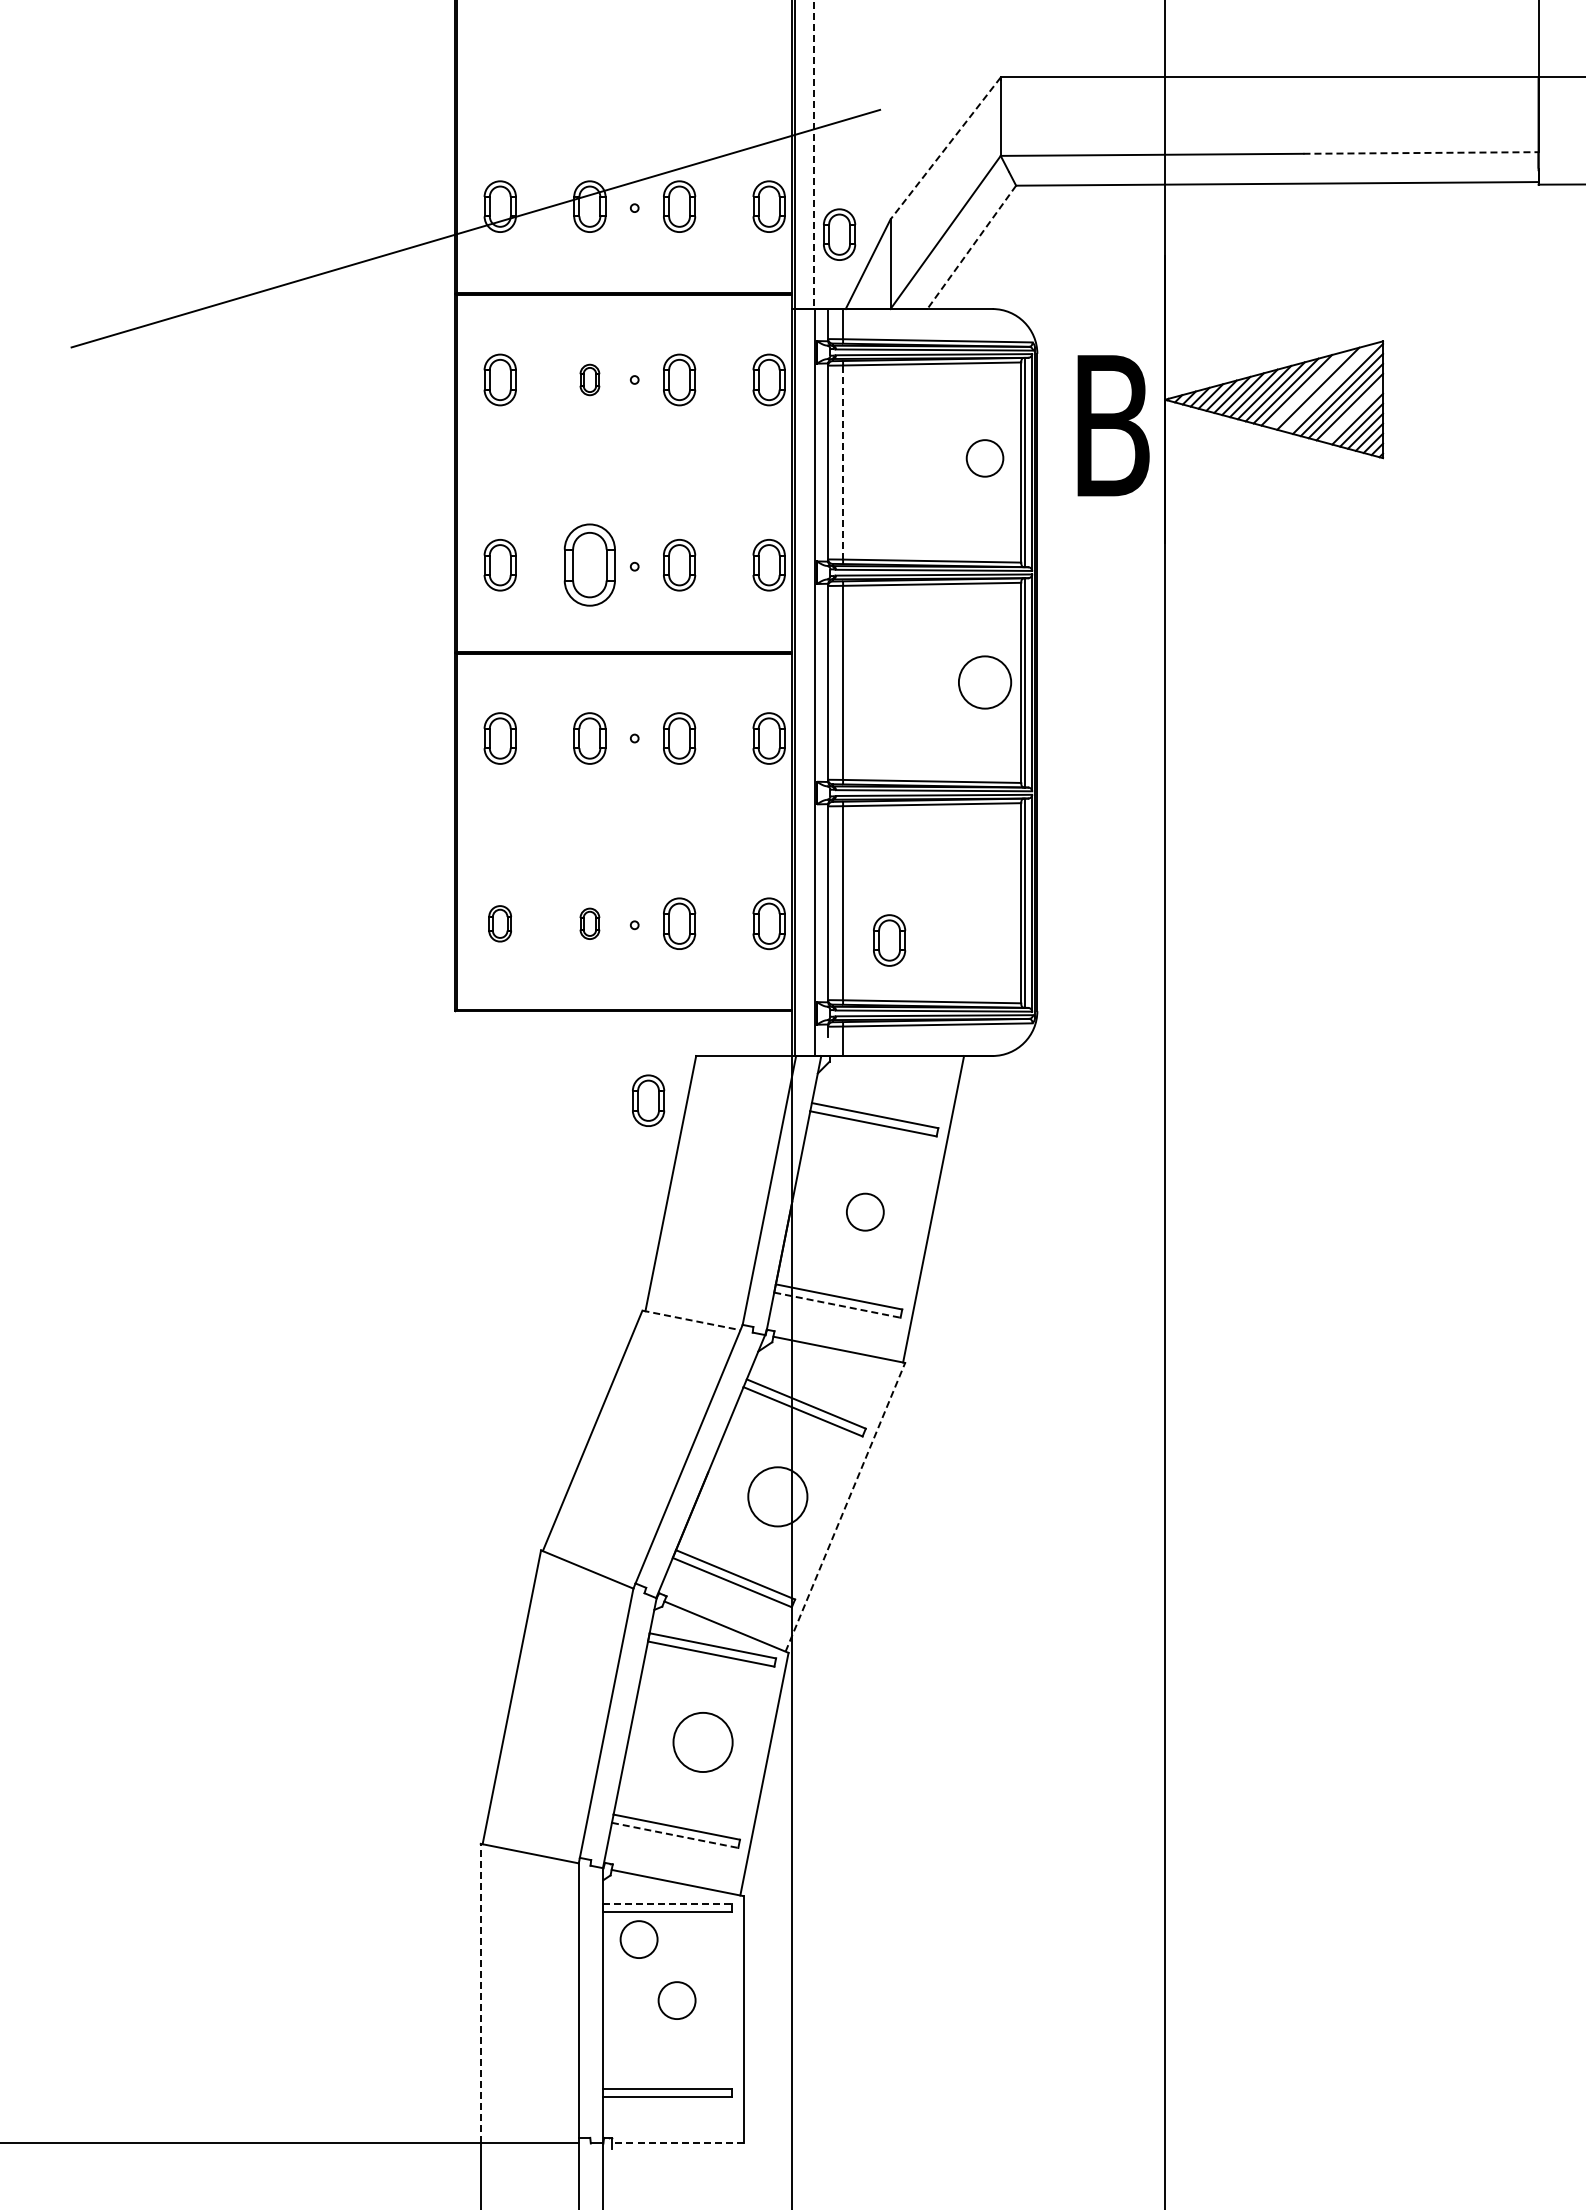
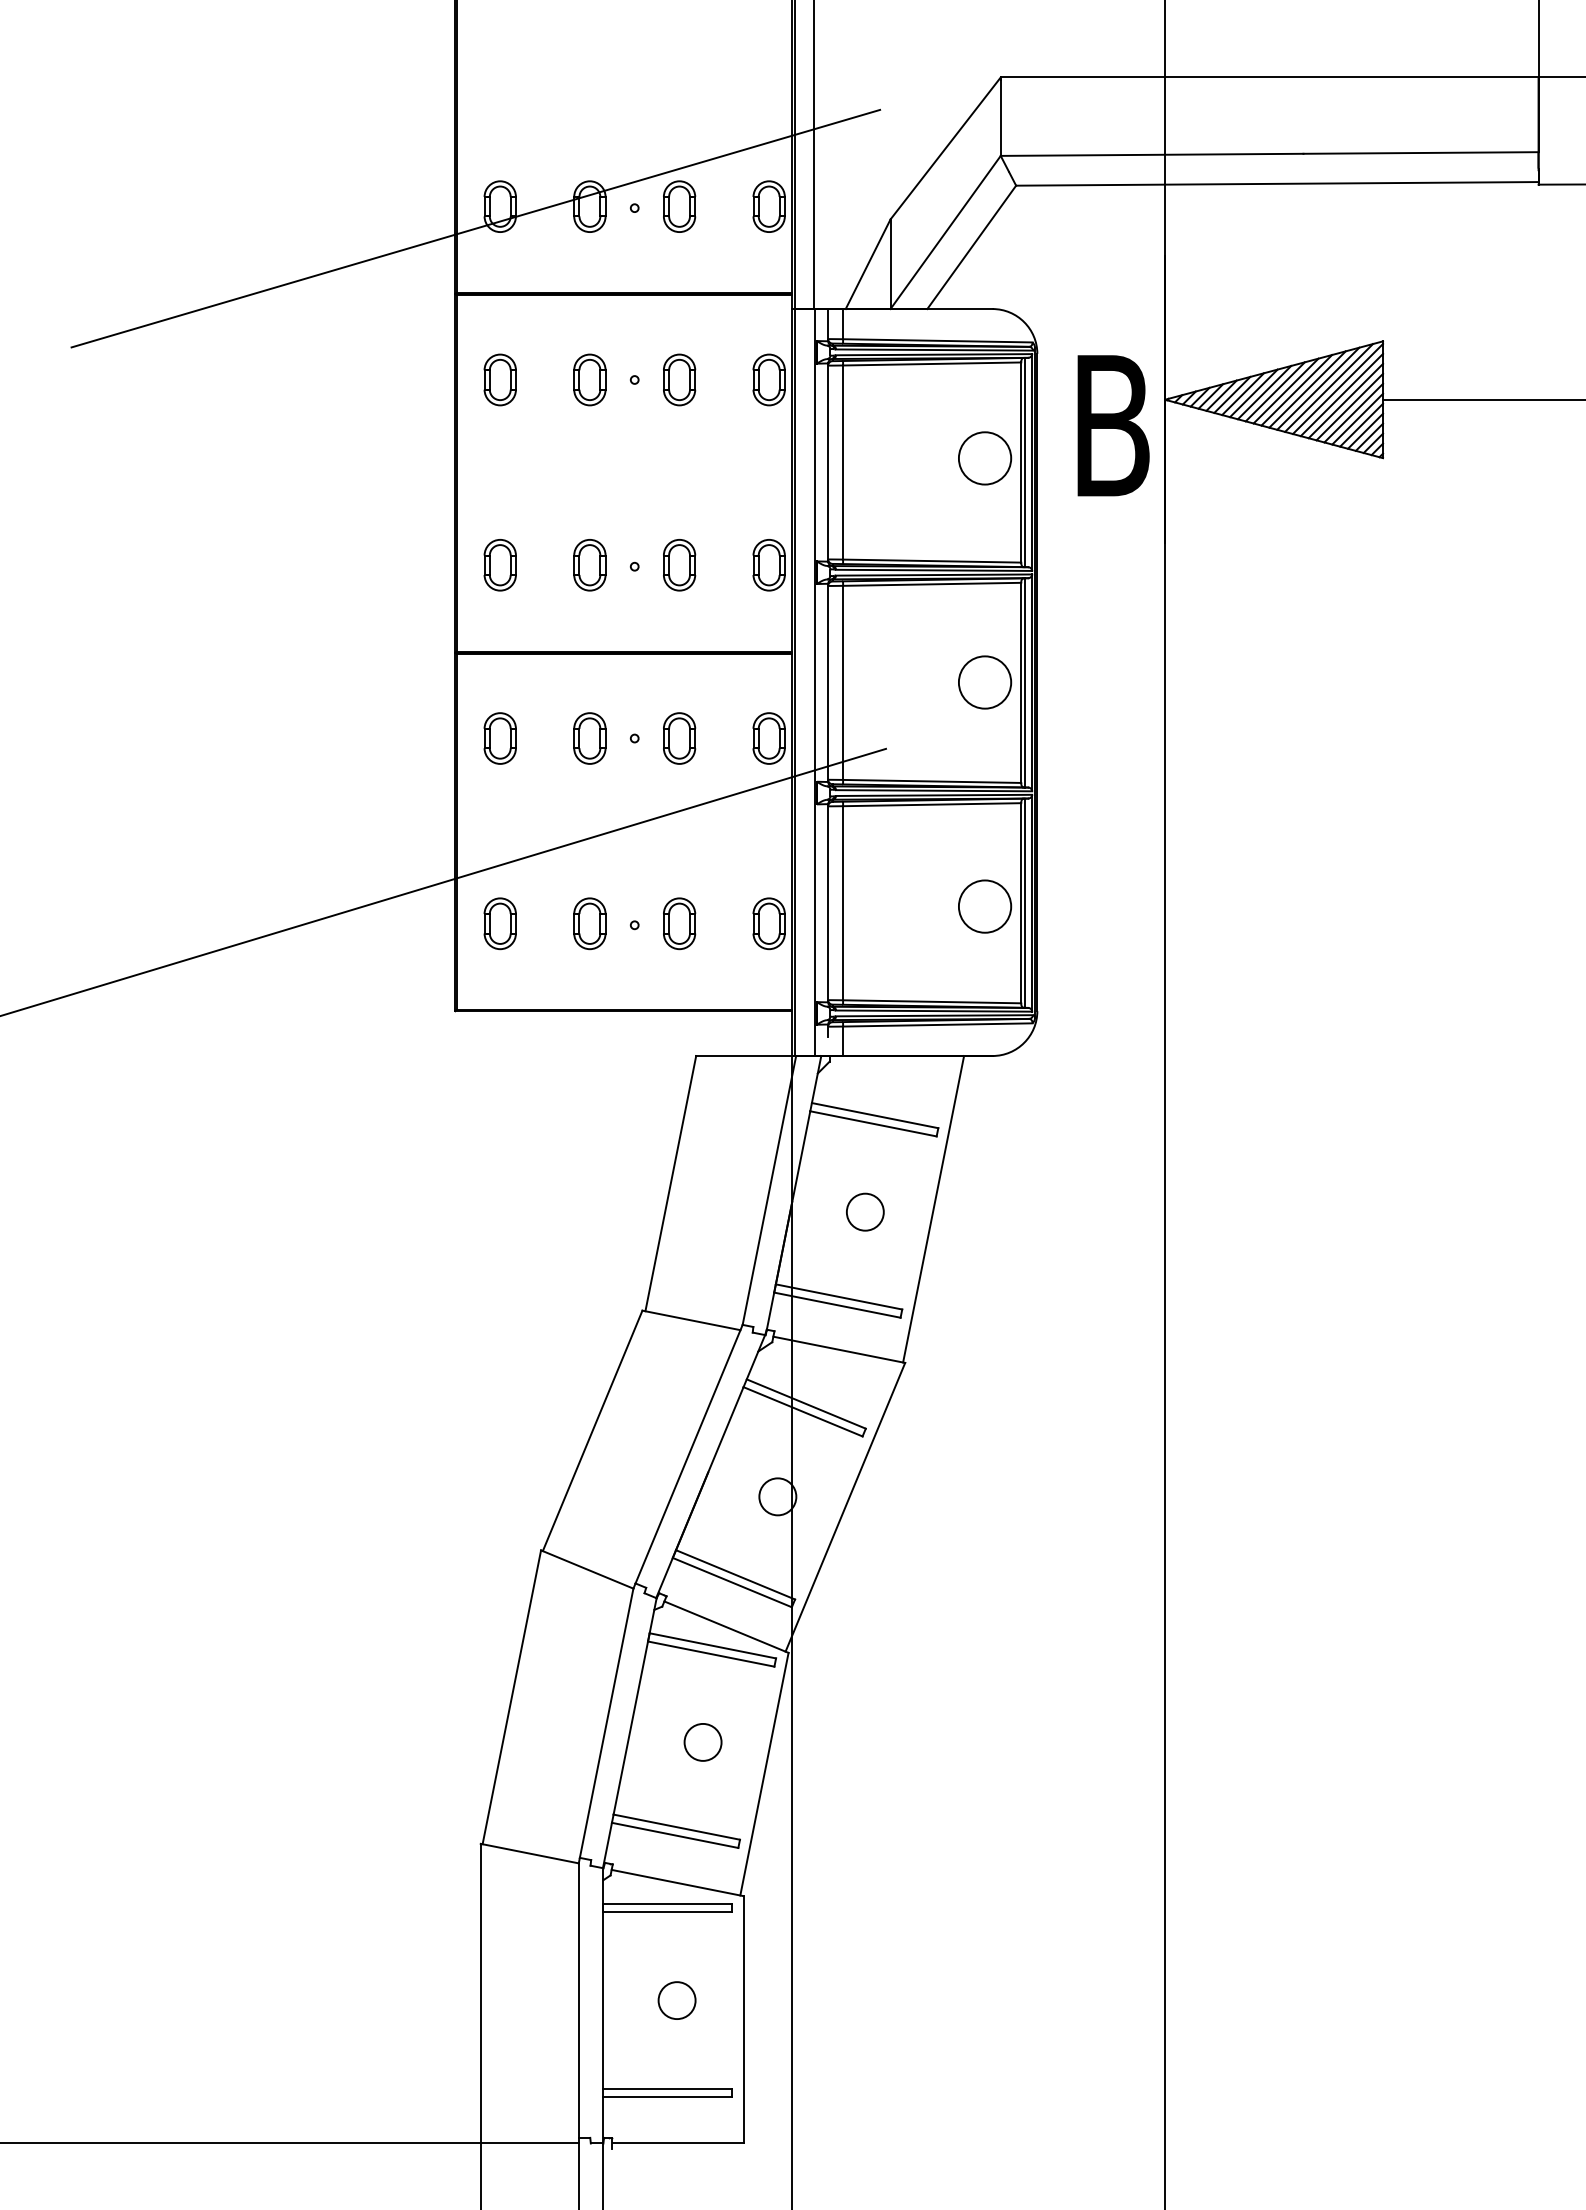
line at (945, 148): dashed -> solid
line at (1421, 152): dashed -> solid
line at (814, 155): dashed -> solid
part at (839, 234): present -> none
line at (971, 247): dashed -> solid
part at (589, 379) size: 22x34 px -> 34x54 px
line at (1328, 387): none -> present
line at (1307, 389): none -> present
line at (1482, 399): none -> present
line at (1353, 412): none -> present
circle at (984, 458) diameter: 37 px -> 52 px
line at (843, 462): dashed -> solid
part at (589, 564) size: 53x84 px -> 34x53 px
line at (444, 881): none -> present
circle at (985, 906): none -> present
part at (499, 923) size: 24x38 px -> 34x54 px
part at (589, 923) size: 22x33 px -> 34x54 px
part at (889, 940): present -> none
part at (648, 1100): present -> none
line at (837, 1305): dashed -> solid
line at (691, 1320): dashed -> solid
circle at (777, 1496) diameter: 59 px -> 37 px
line at (845, 1506): dashed -> solid
circle at (702, 1742) diameter: 59 px -> 37 px
line at (675, 1835): dashed -> solid
line at (668, 1903): dashed -> solid
circle at (638, 1939): present -> none
line at (480, 1993): dashed -> solid
line at (677, 2143): dashed -> solid
